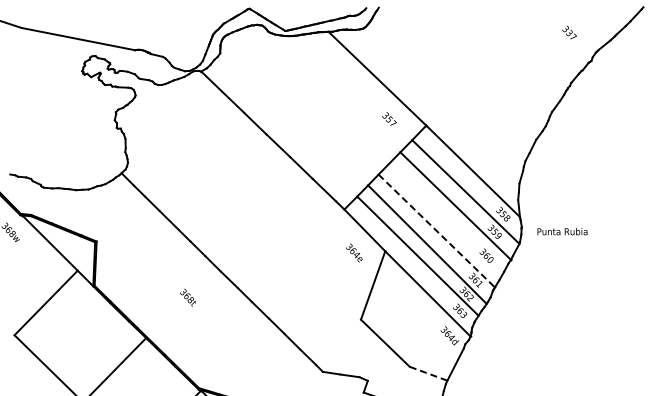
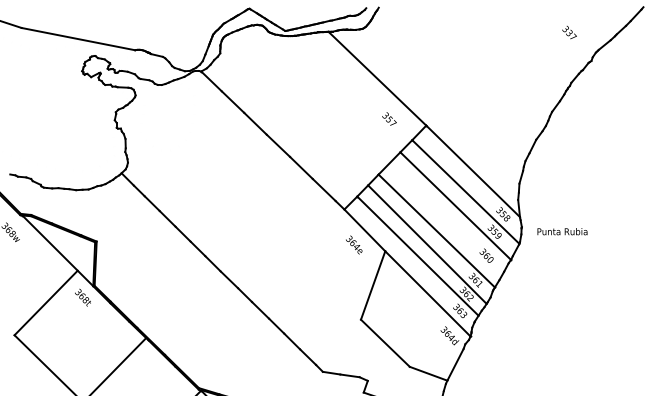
line at (437, 231): dashed -> solid
text at (354, 252) position: (354, 252) -> (354, 244)
text at (187, 297) position: (187, 297) -> (82, 297)
line at (429, 373): dashed -> solid
